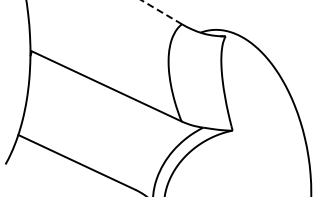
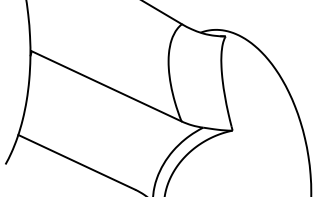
line at (161, 12): dashed -> solid
